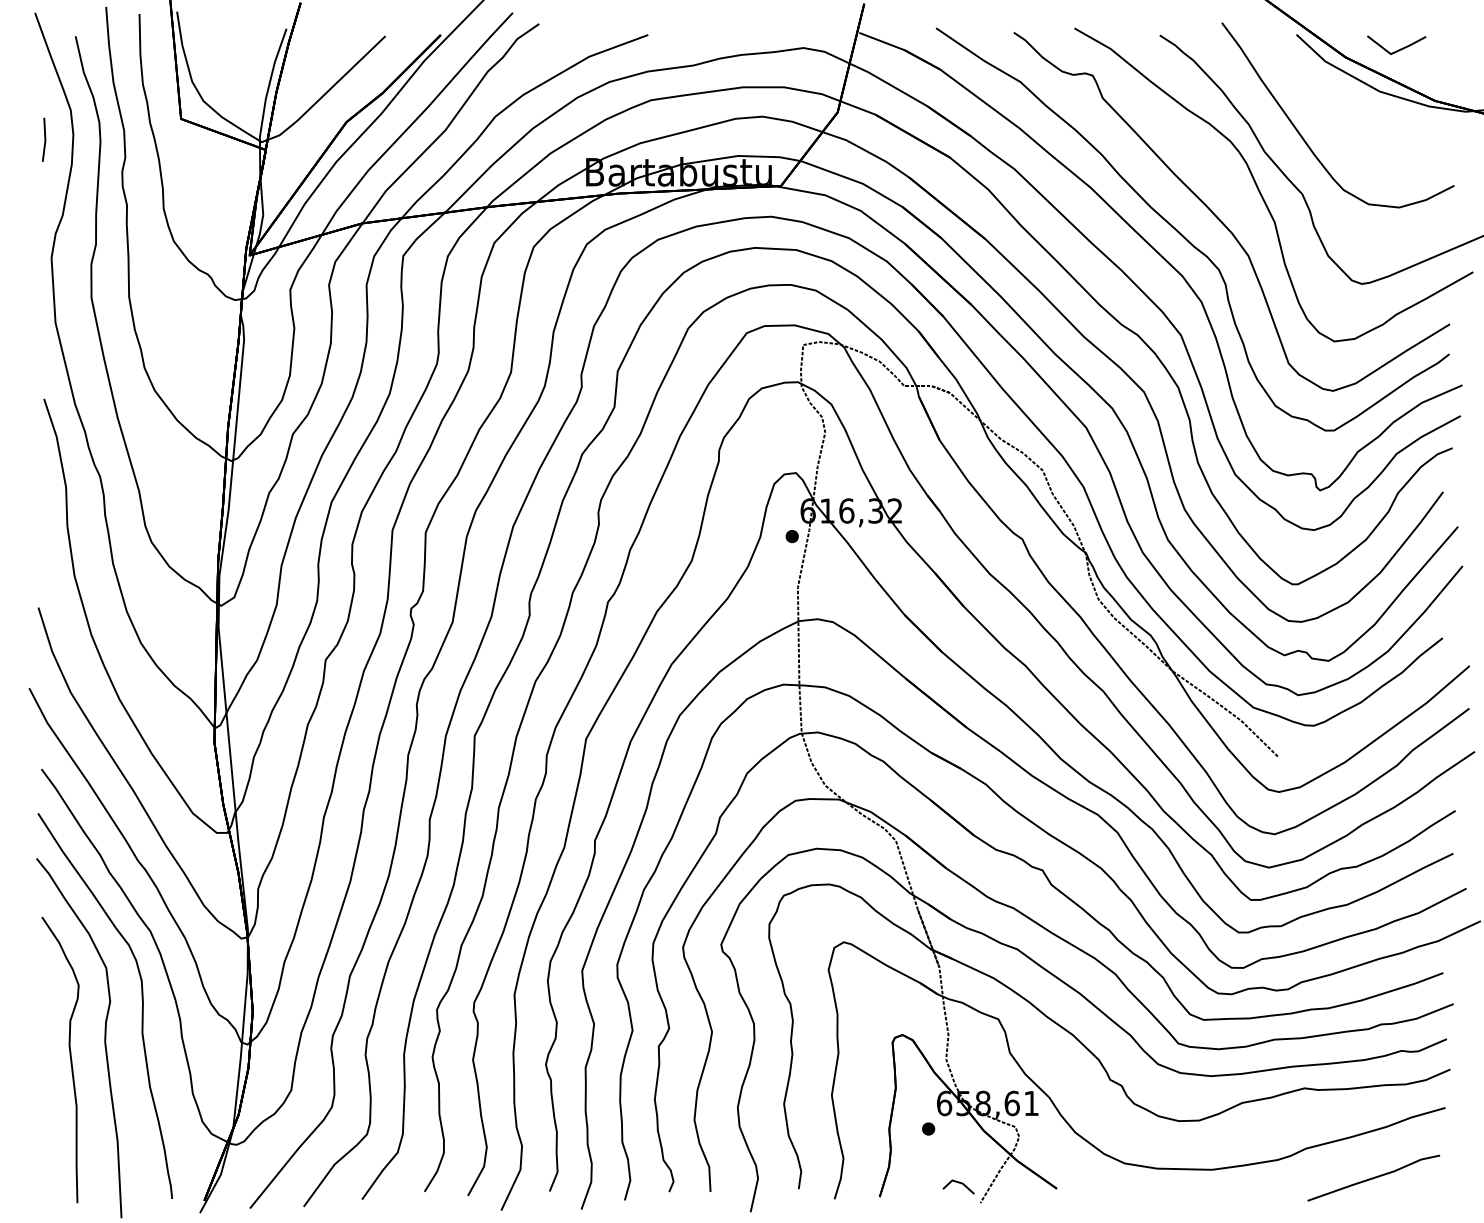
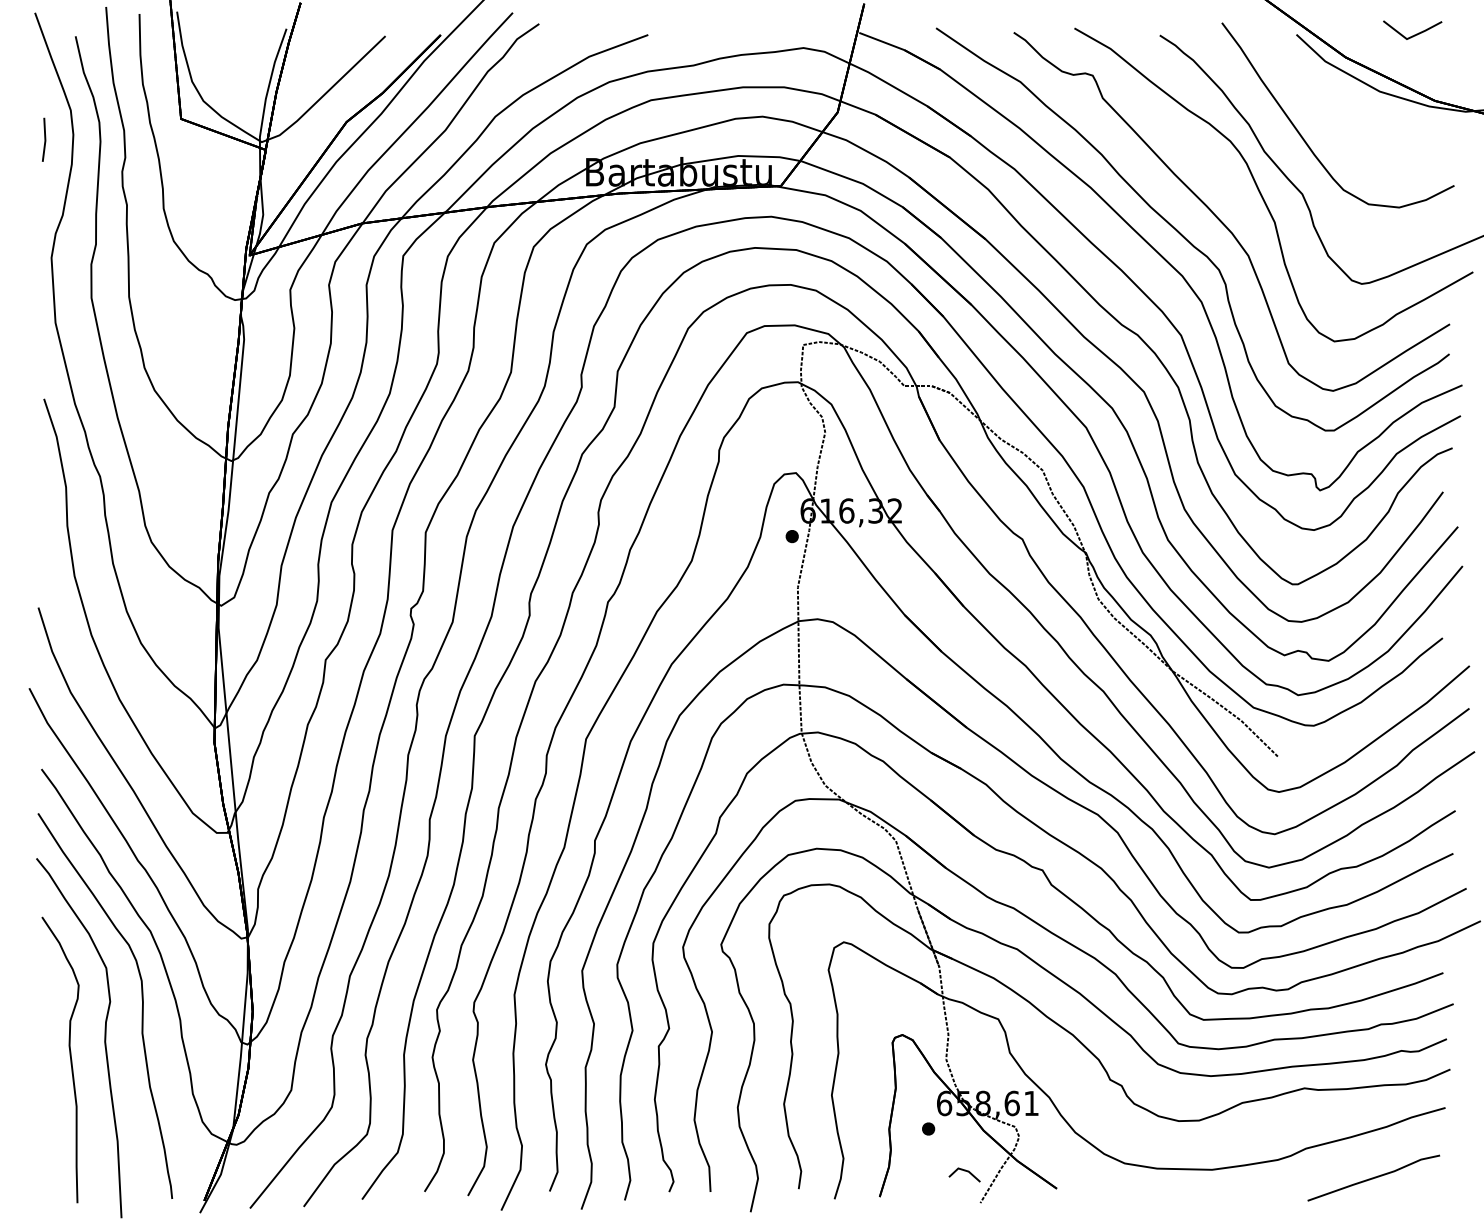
part at (1396, 44) position: (1396, 44) -> (1412, 29)
part at (958, 1186) position: (958, 1186) -> (964, 1174)
